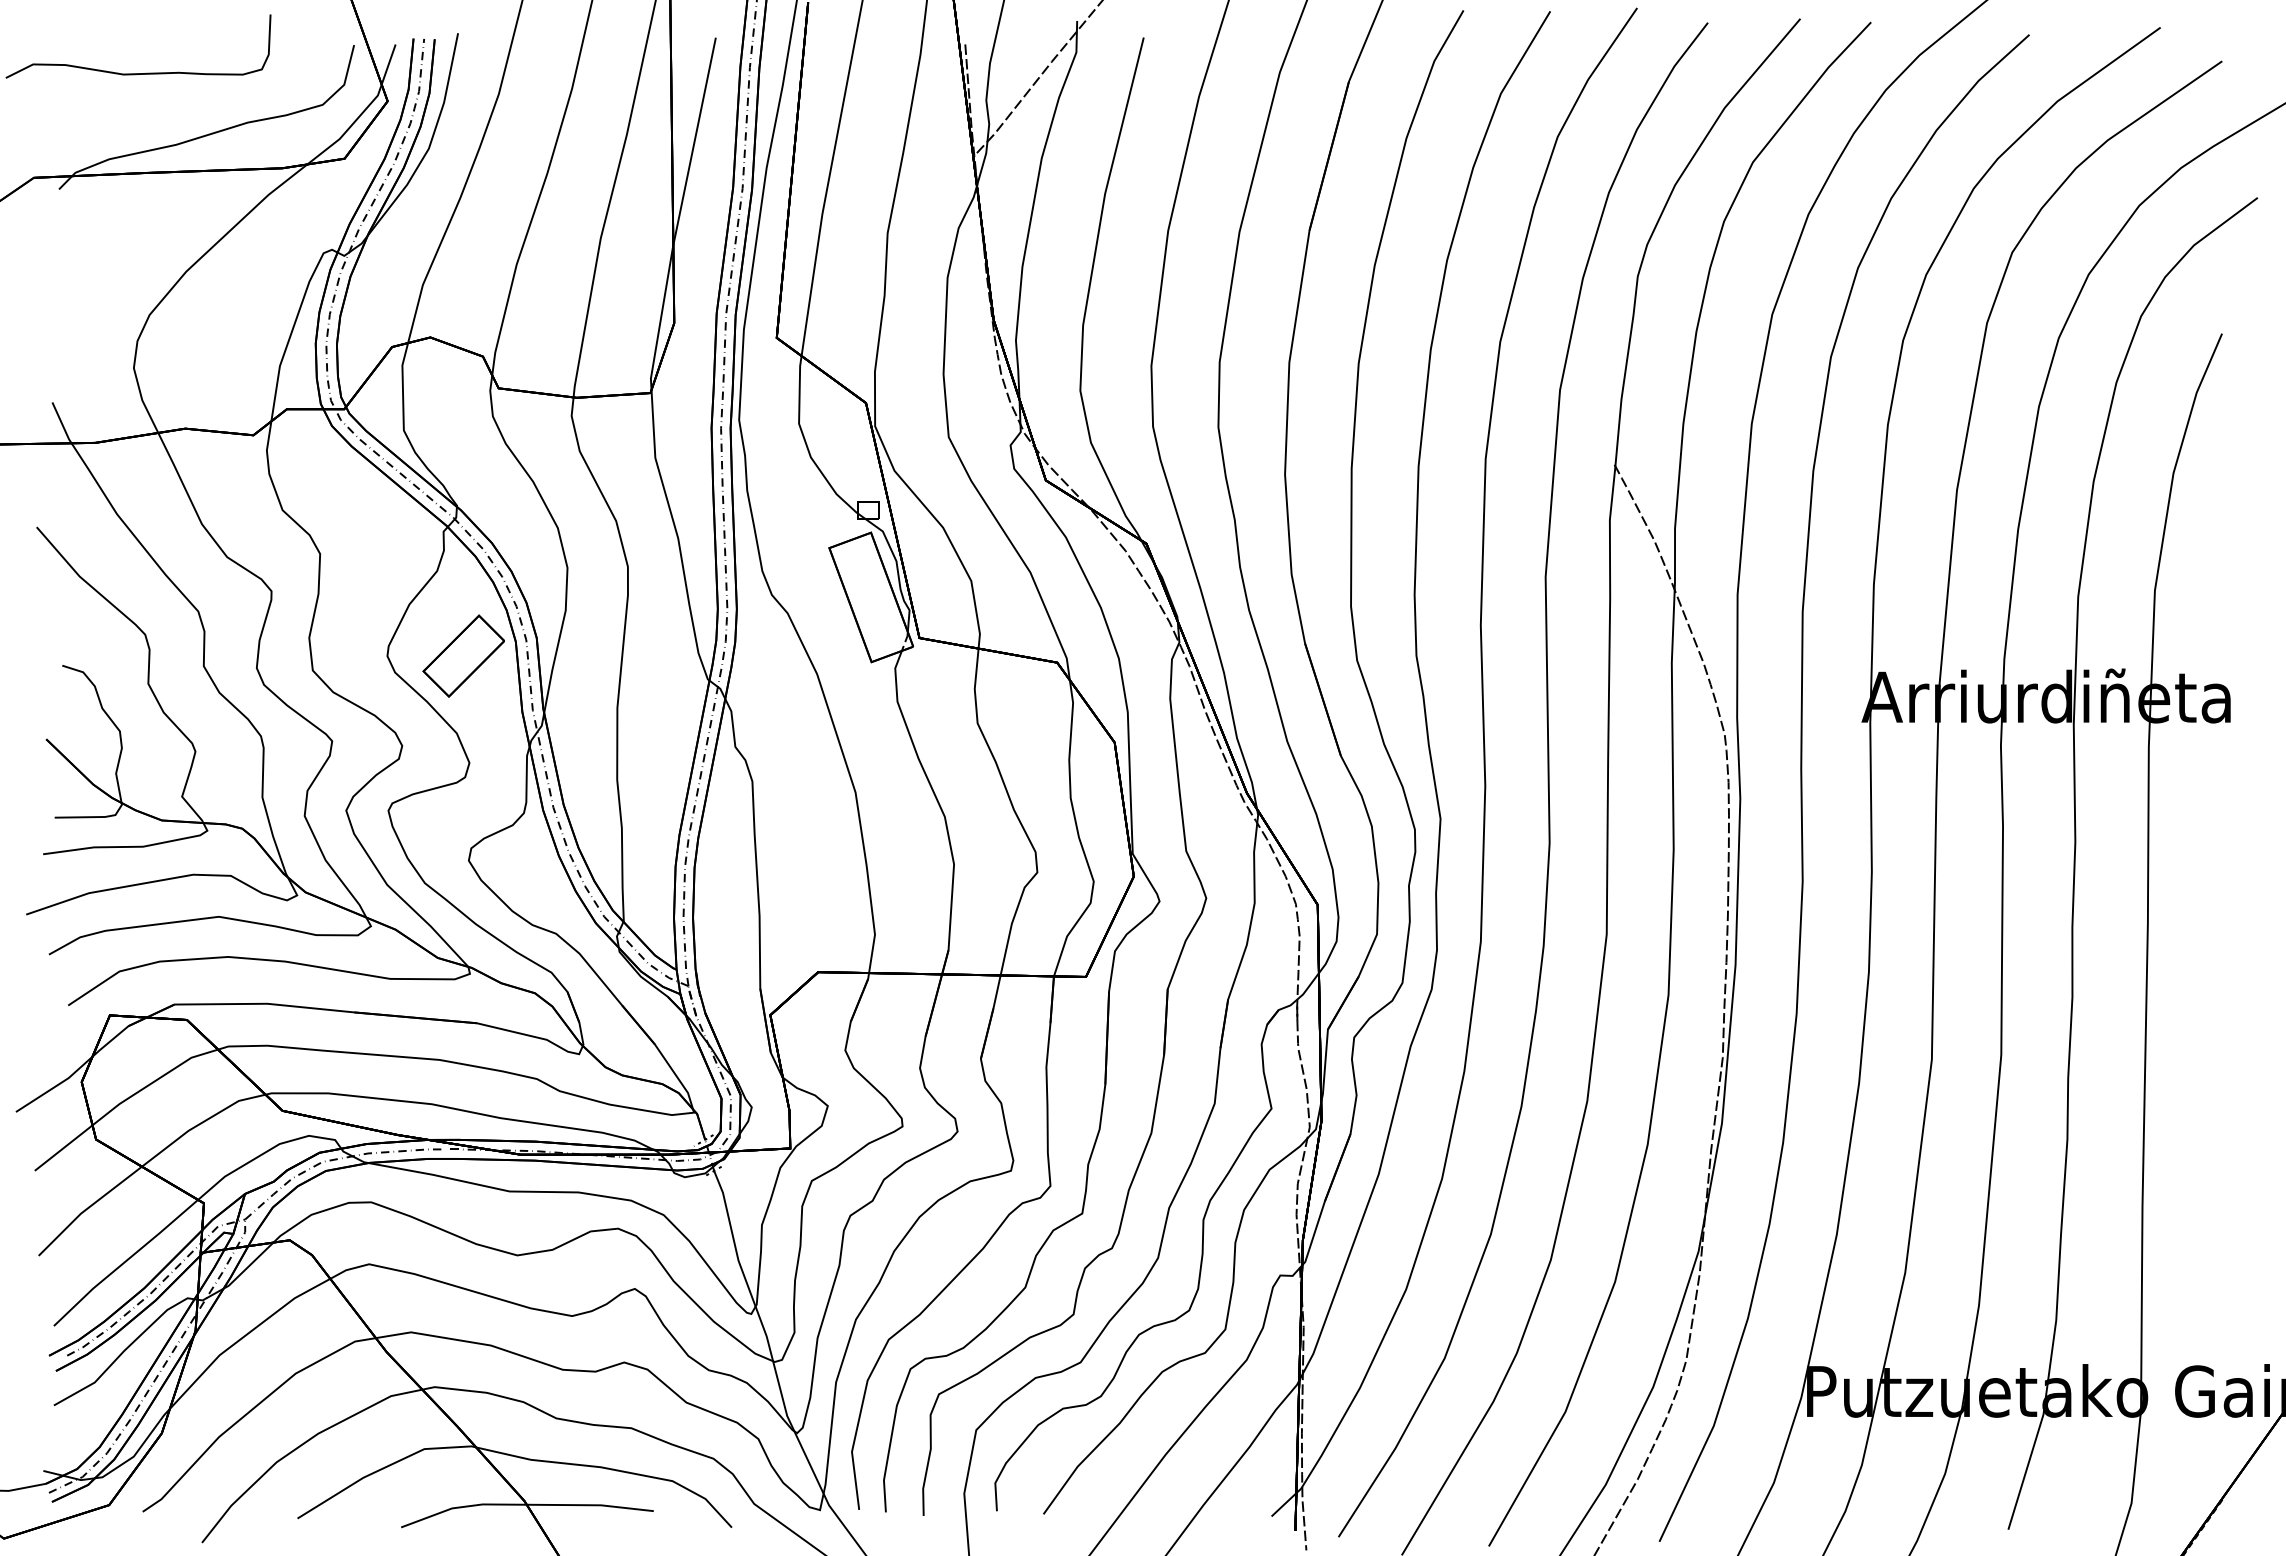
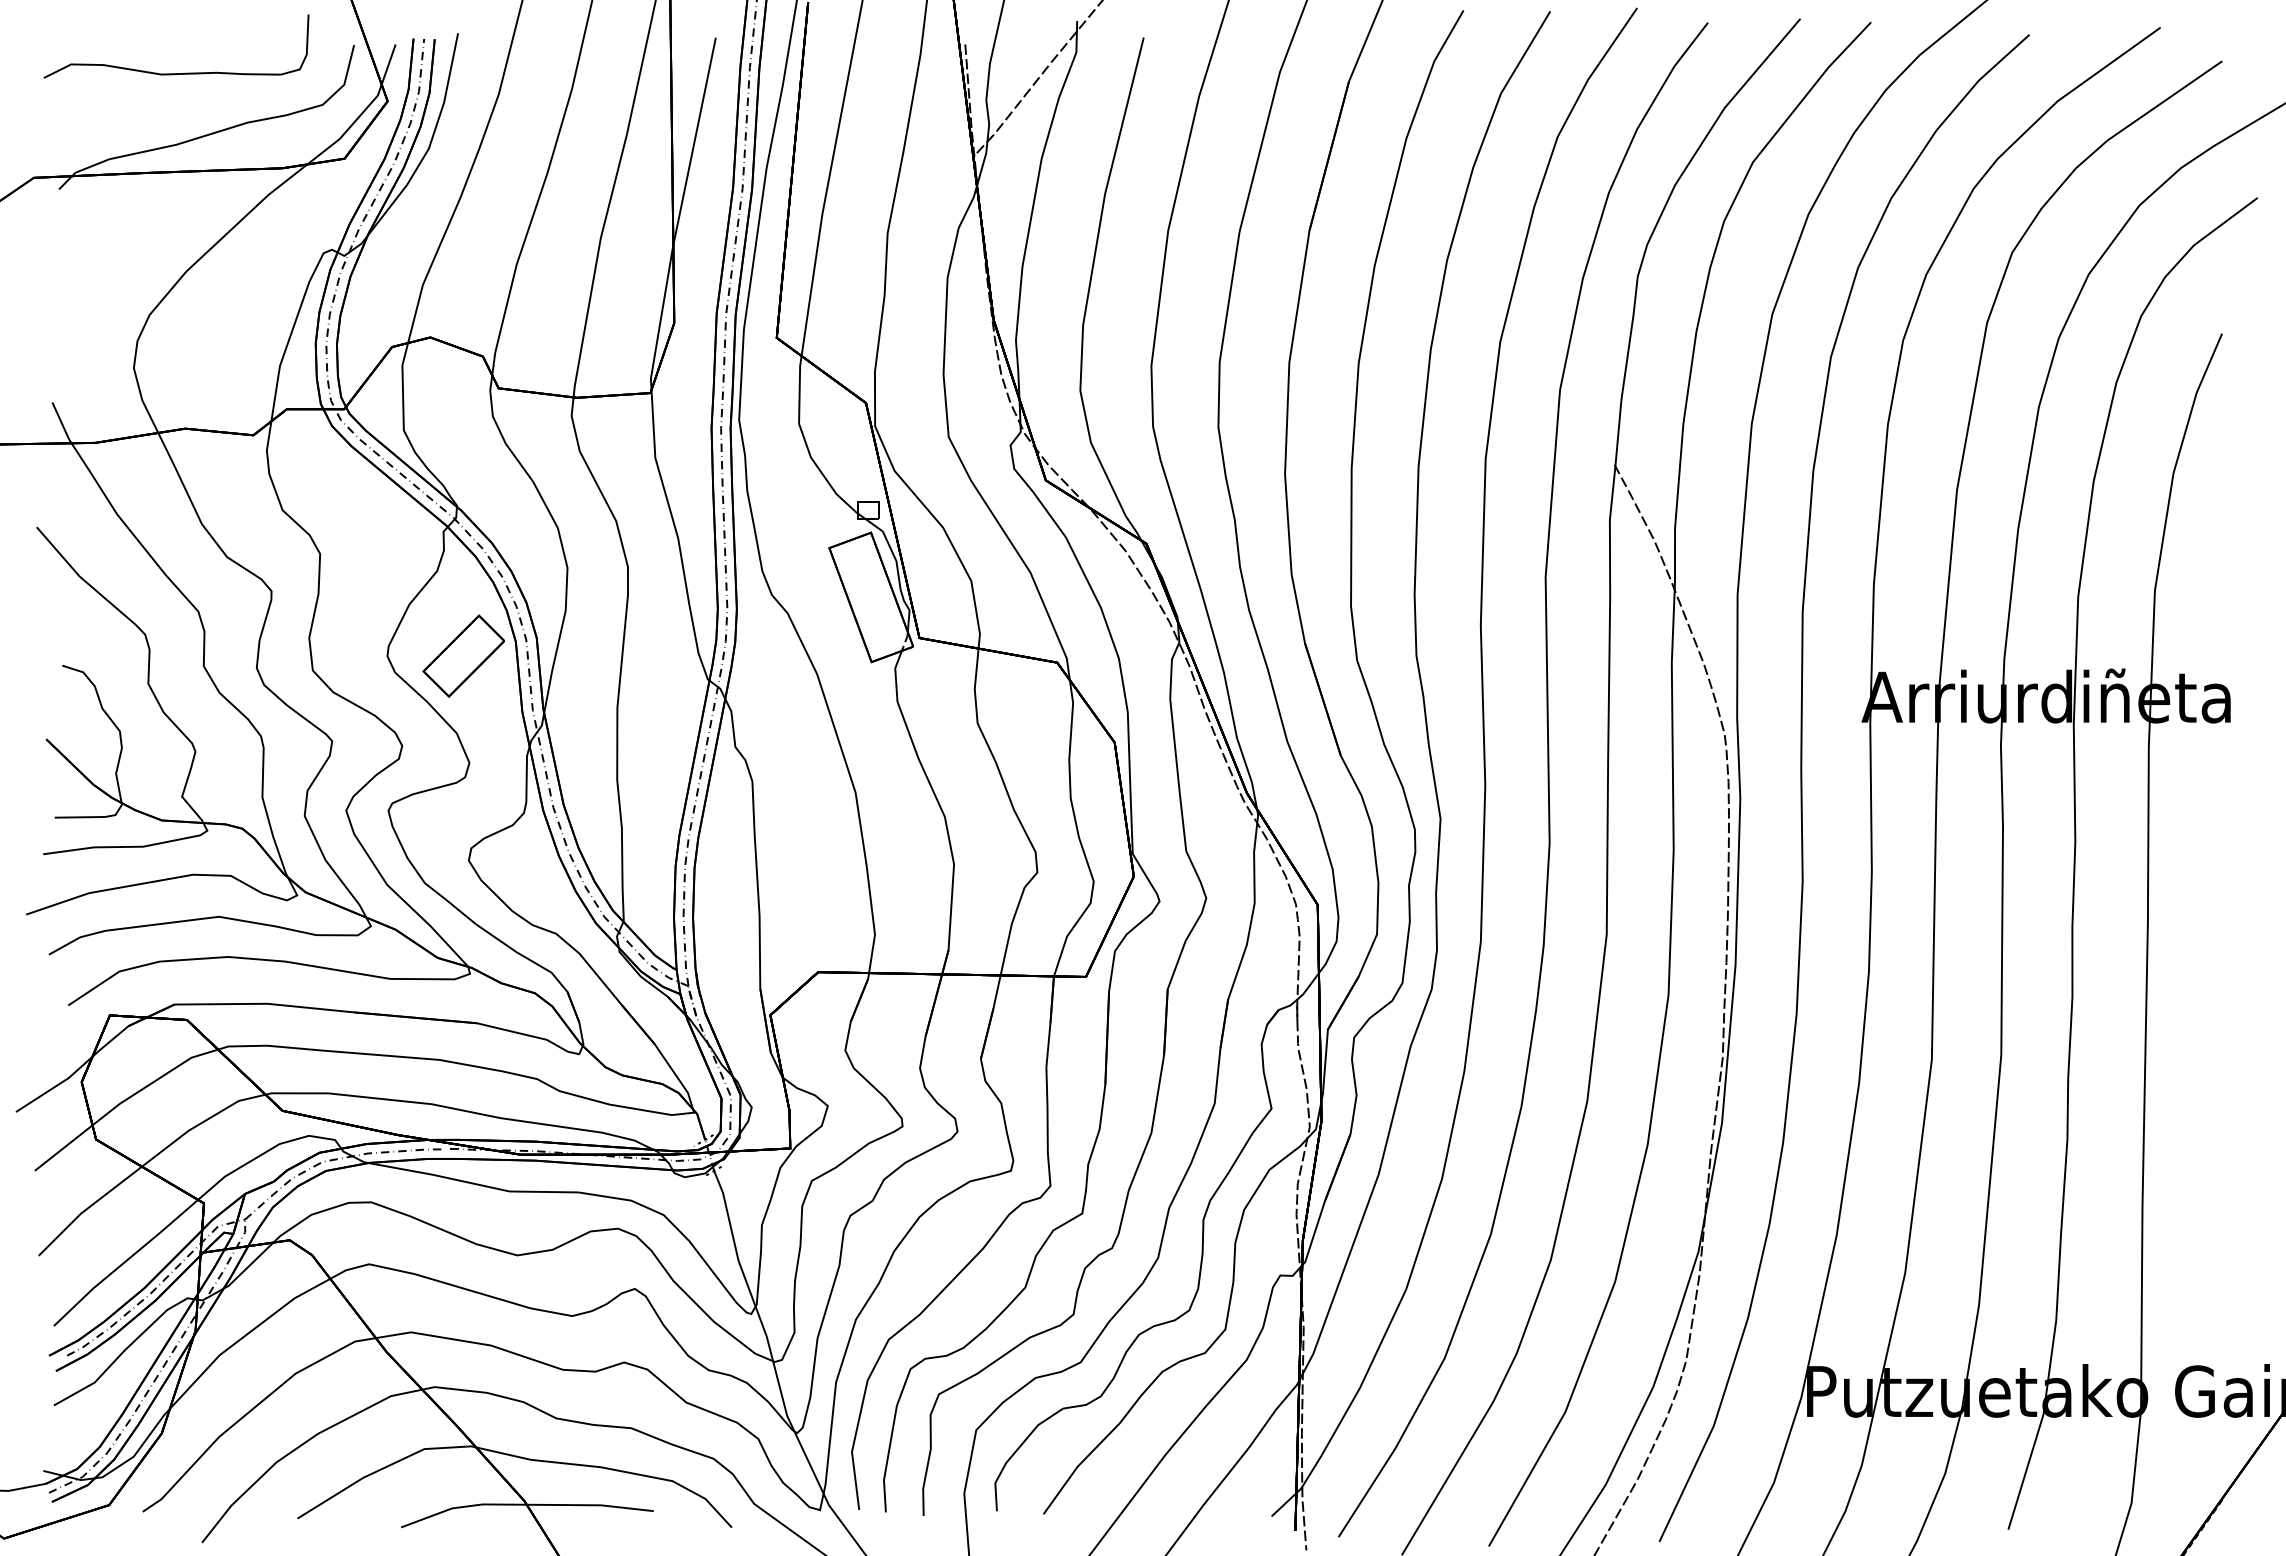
curve at (138, 73) position: (138, 73) -> (176, 73)
